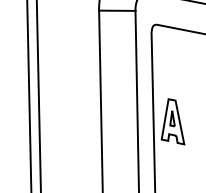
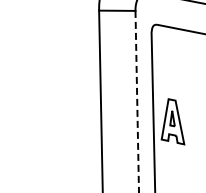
line at (29, 95): present -> none
line at (38, 95): present -> none
line at (137, 101): solid -> dashed
